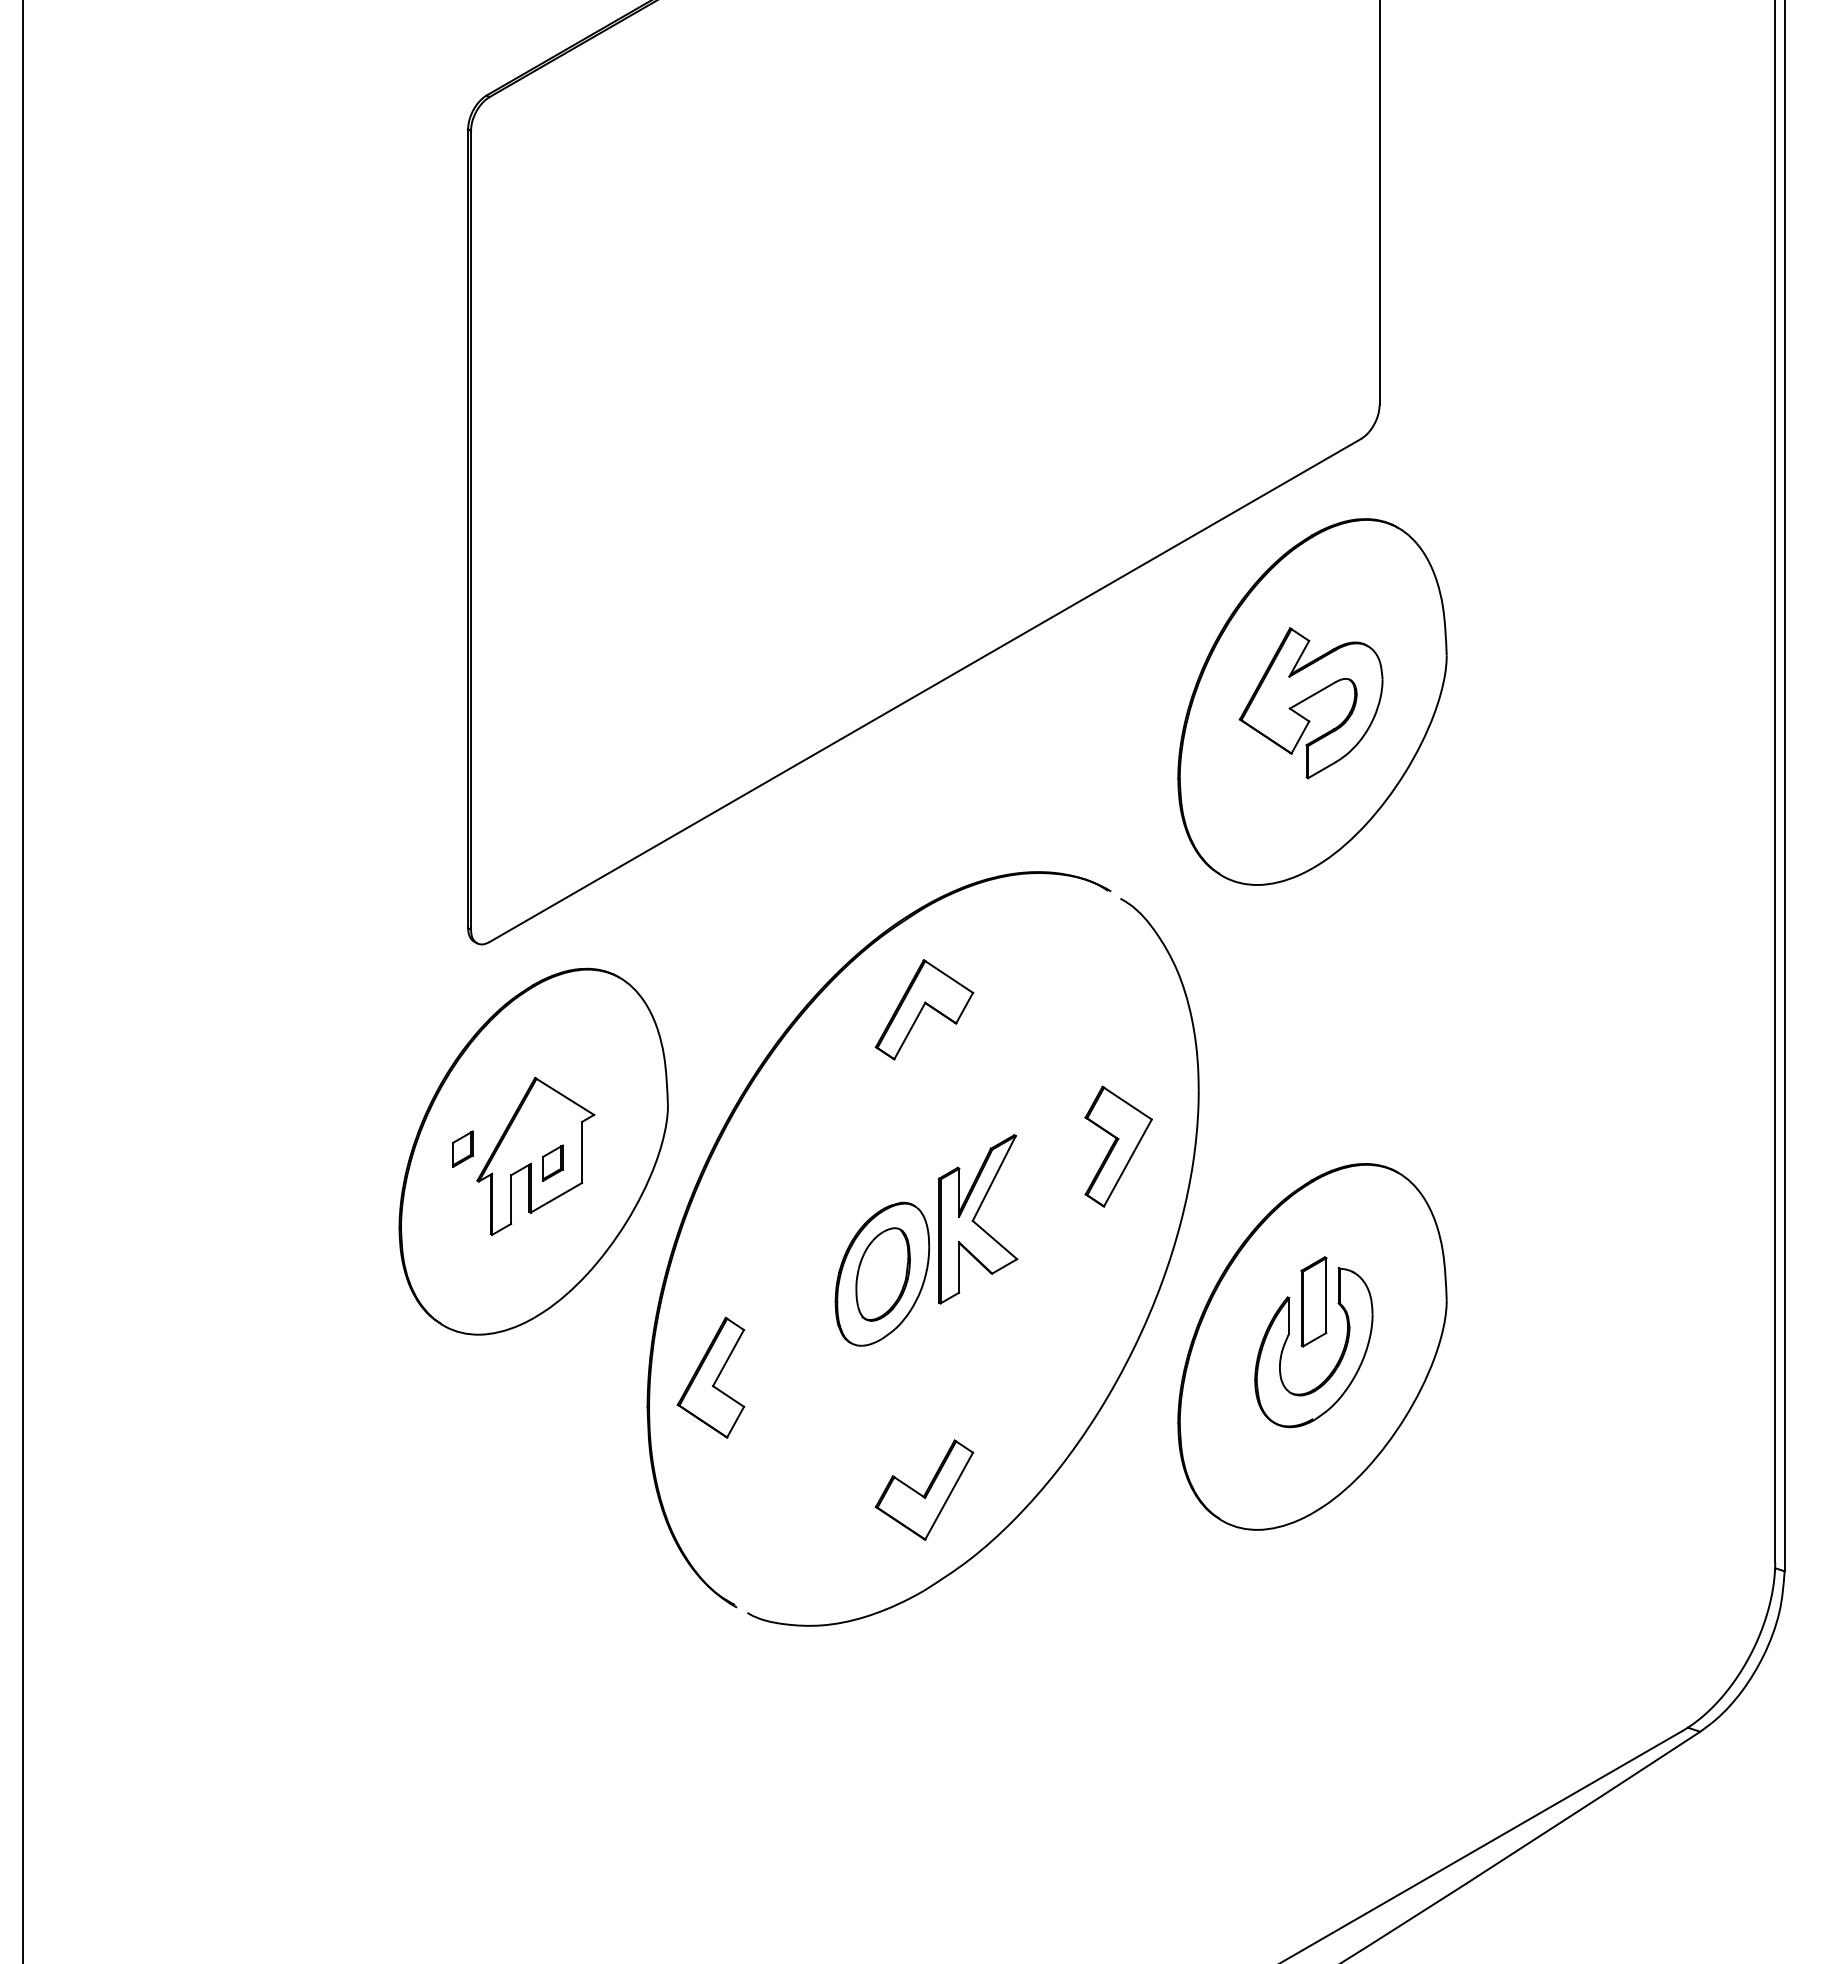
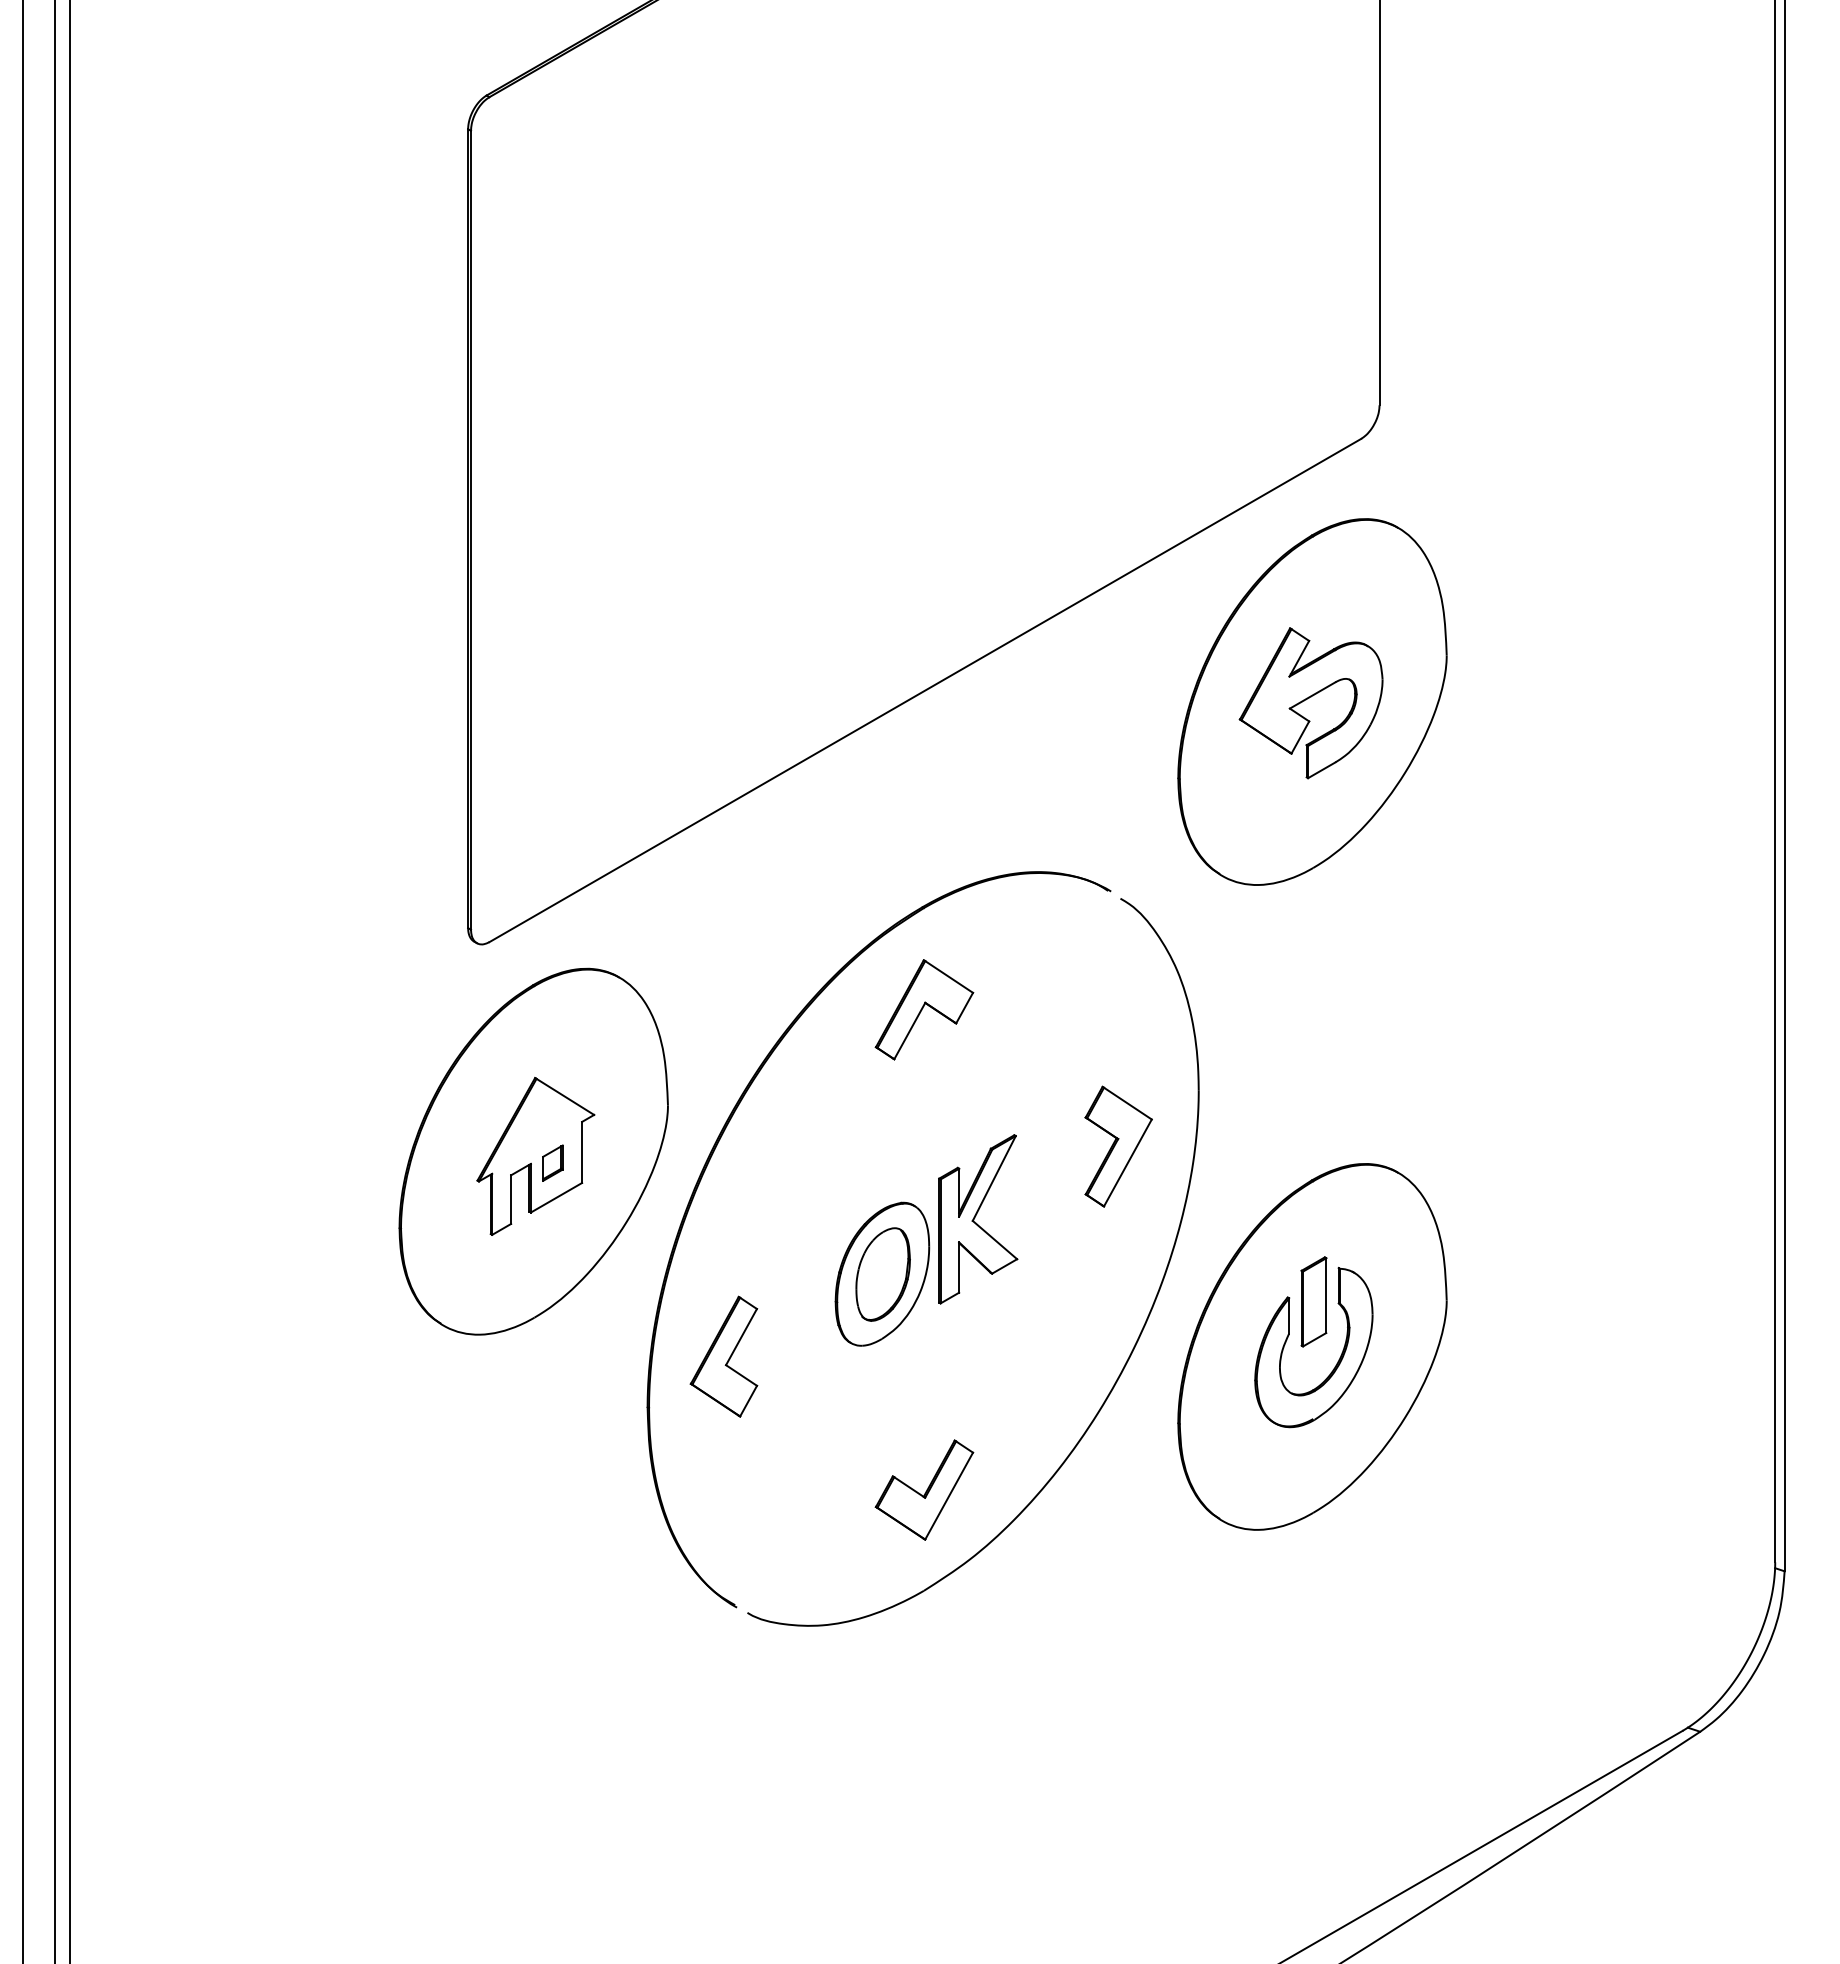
line at (55, 981): none -> present
line at (69, 981): none -> present
part at (462, 1148): present -> none
part at (710, 1377) position: (710, 1377) -> (723, 1356)
